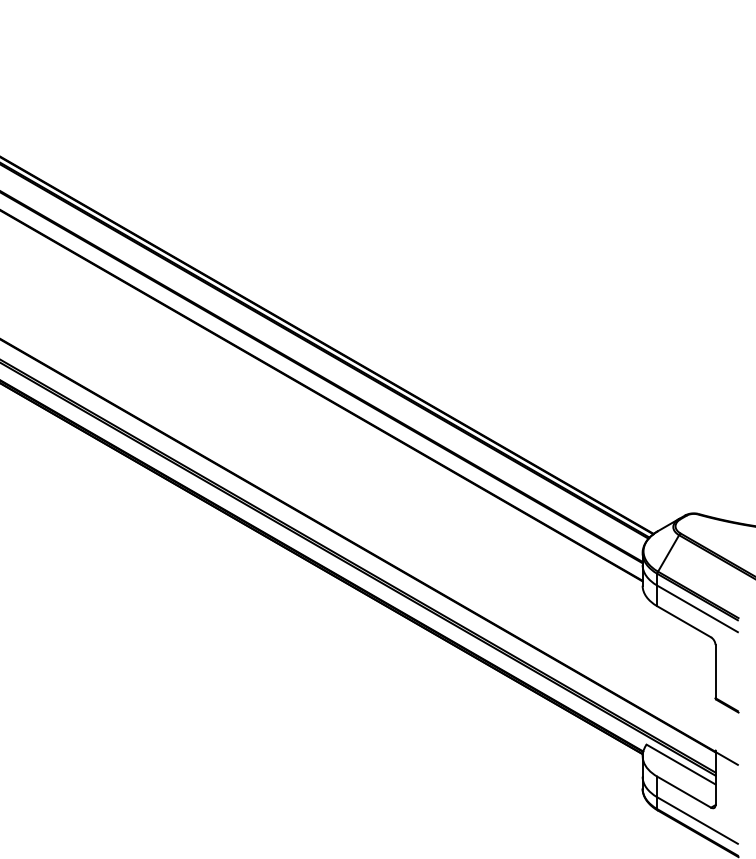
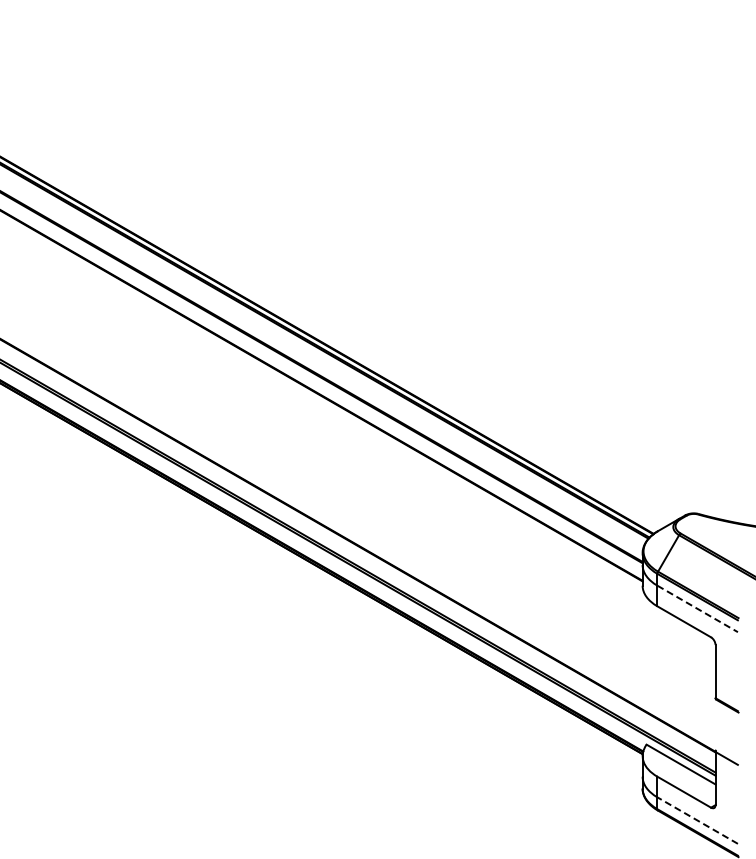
line at (698, 609): solid -> dashed
line at (697, 820): solid -> dashed
